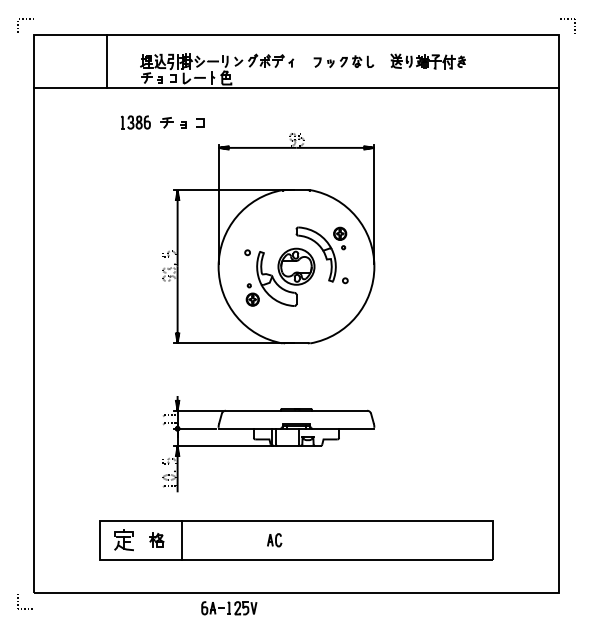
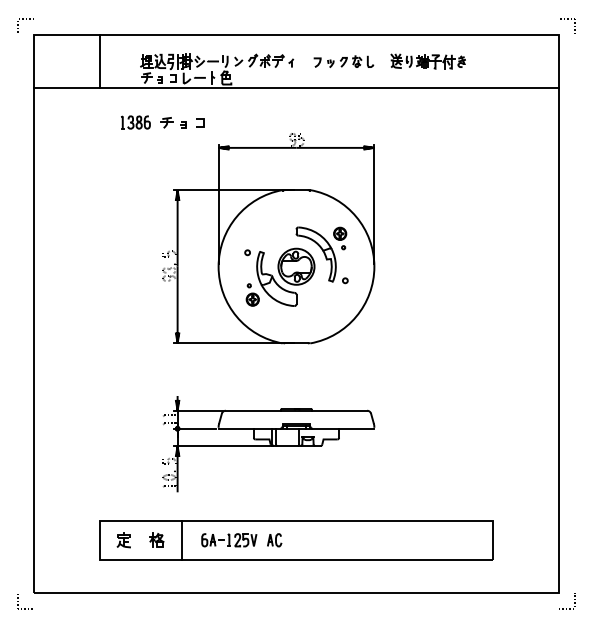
line at (106, 61) position: (106, 61) -> (99, 61)
part at (123, 540) size: 20x23 px -> 15x17 px
line at (574, 602): none -> present
part at (229, 608) position: (229, 608) -> (229, 540)
